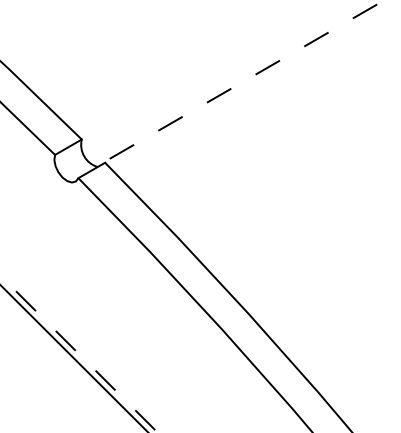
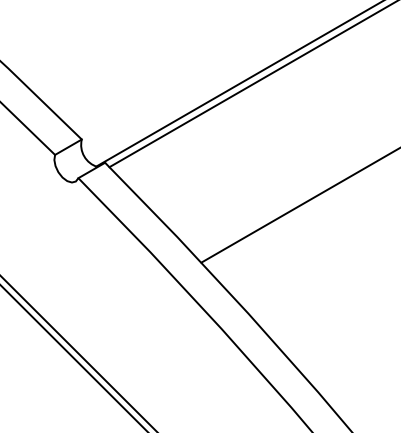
line at (239, 83): dashed -> solid
line at (252, 84): none -> present
line at (299, 205): none -> present
line at (79, 354): dashed -> solid
